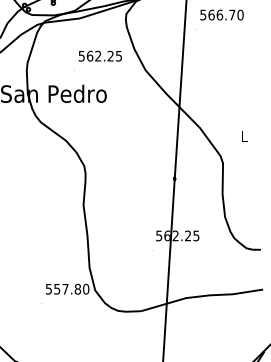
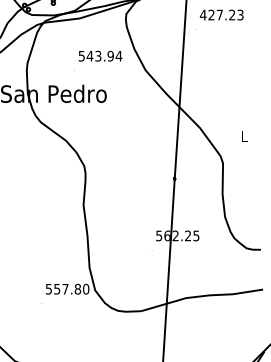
text at (221, 14): 566.70 -> 427.23
text at (104, 55): 562.25 -> 543.94
